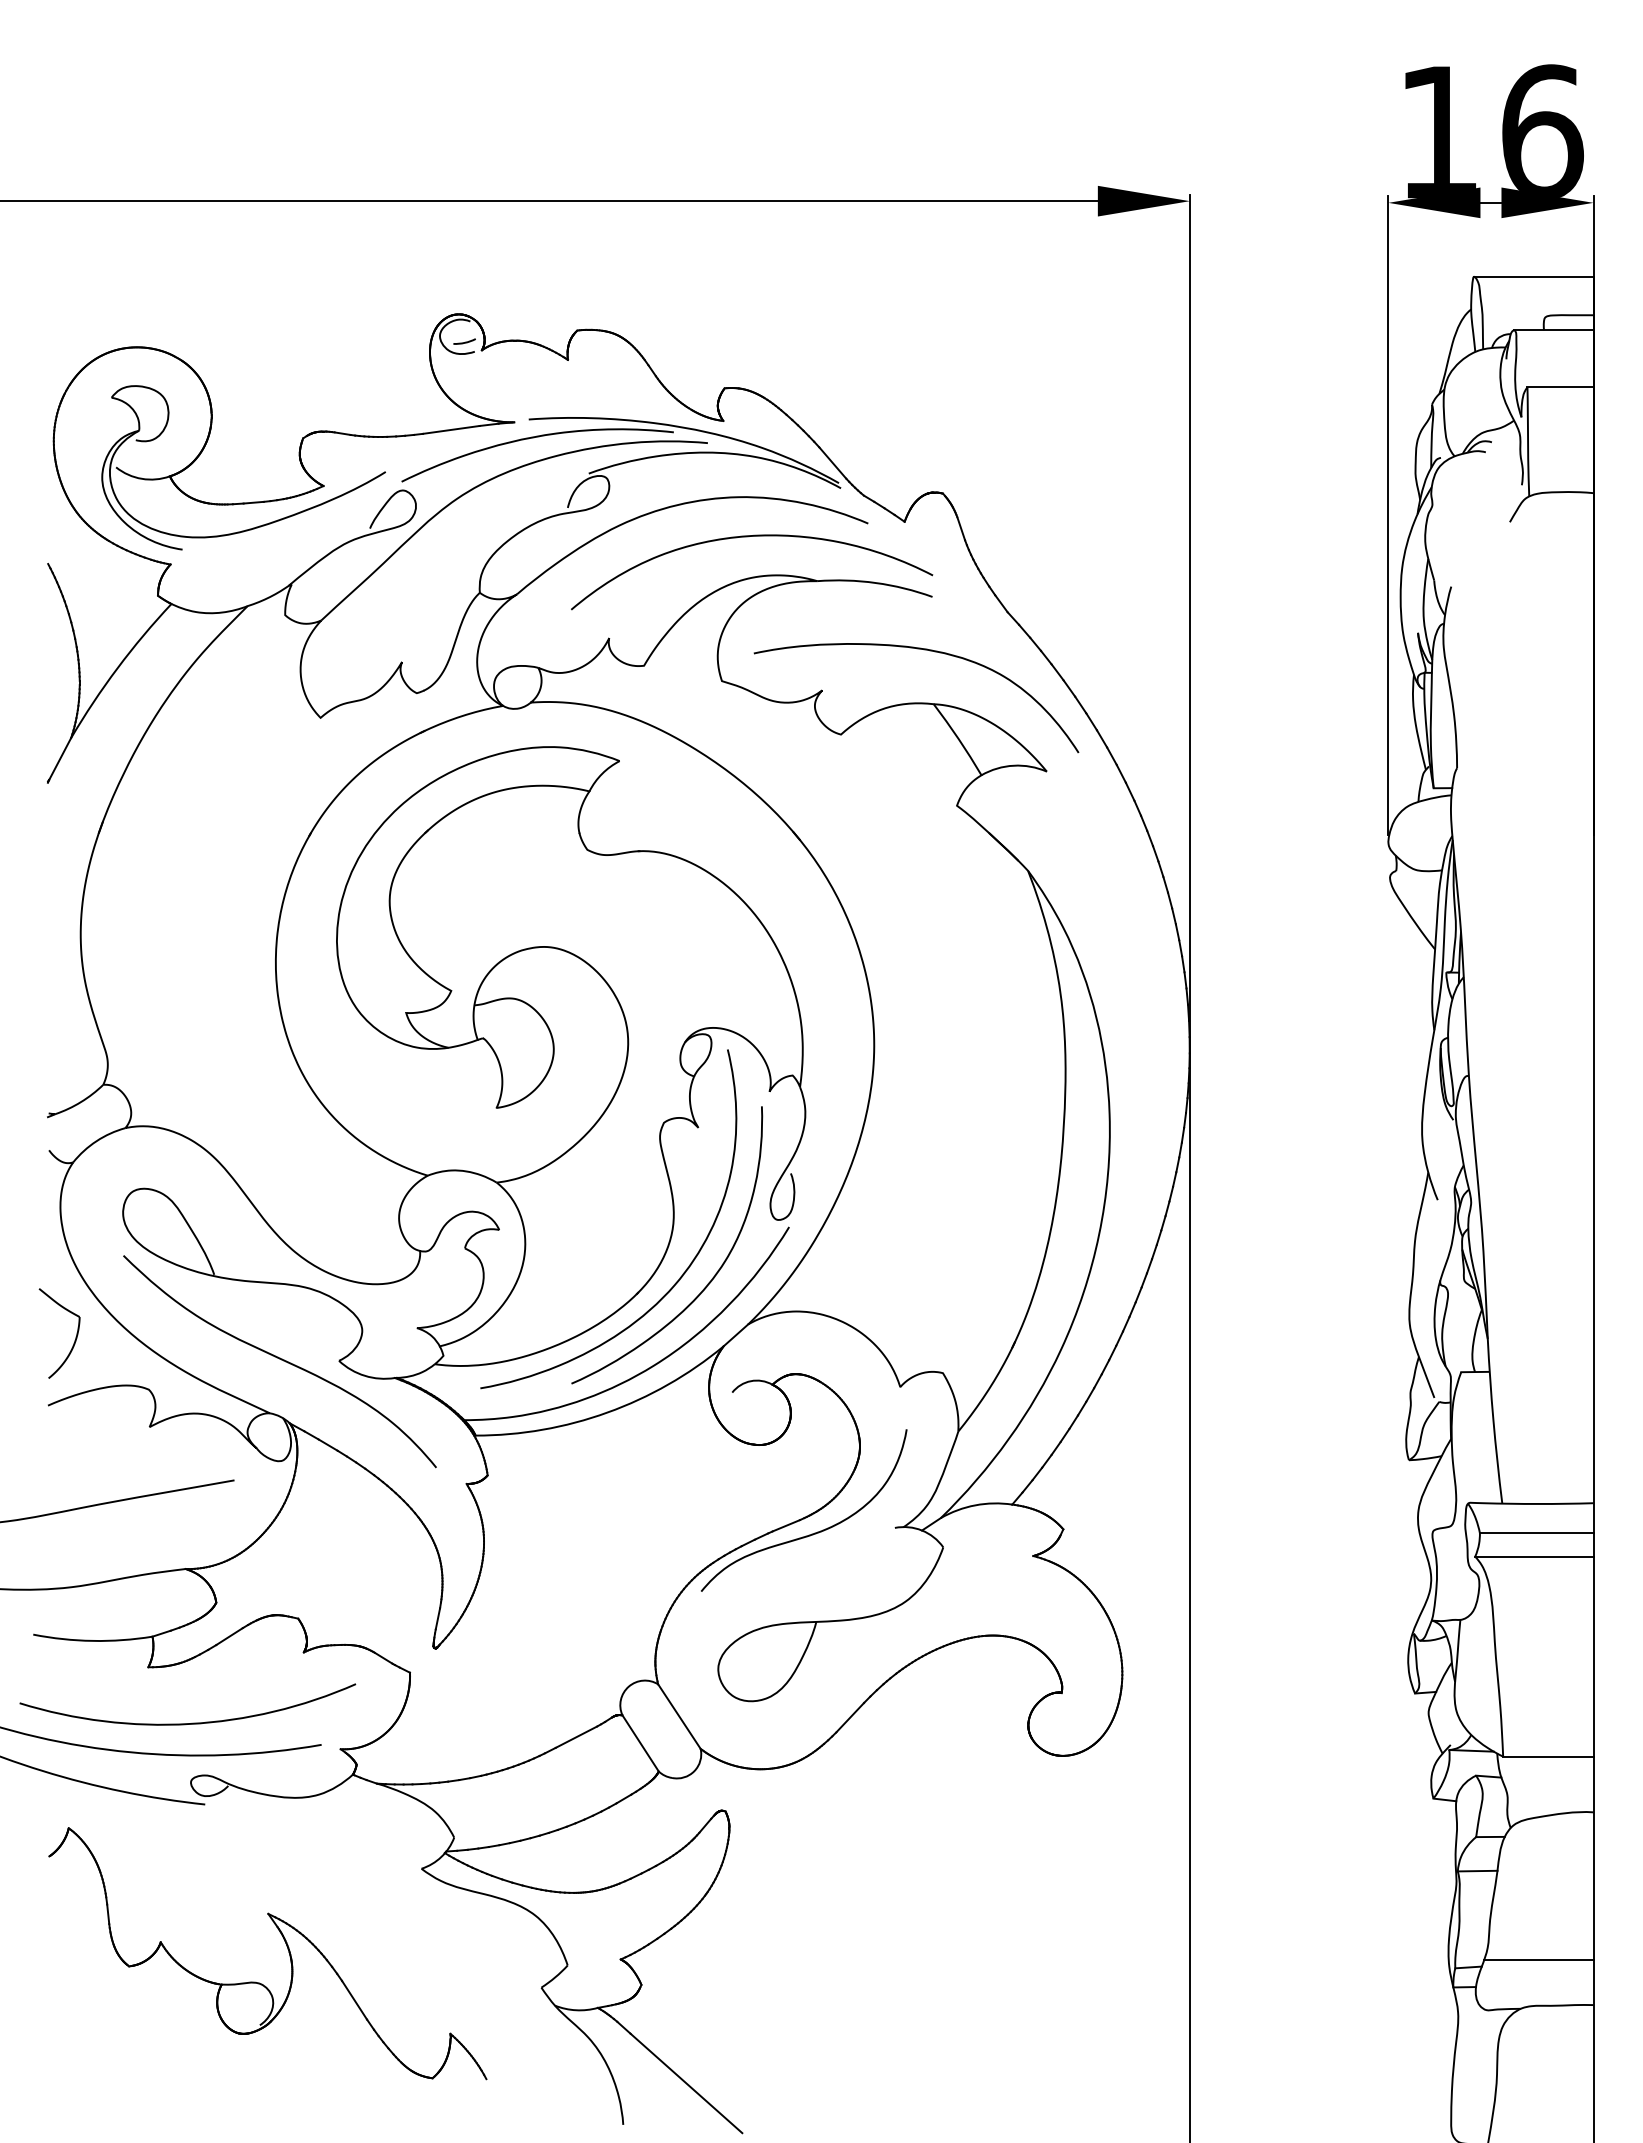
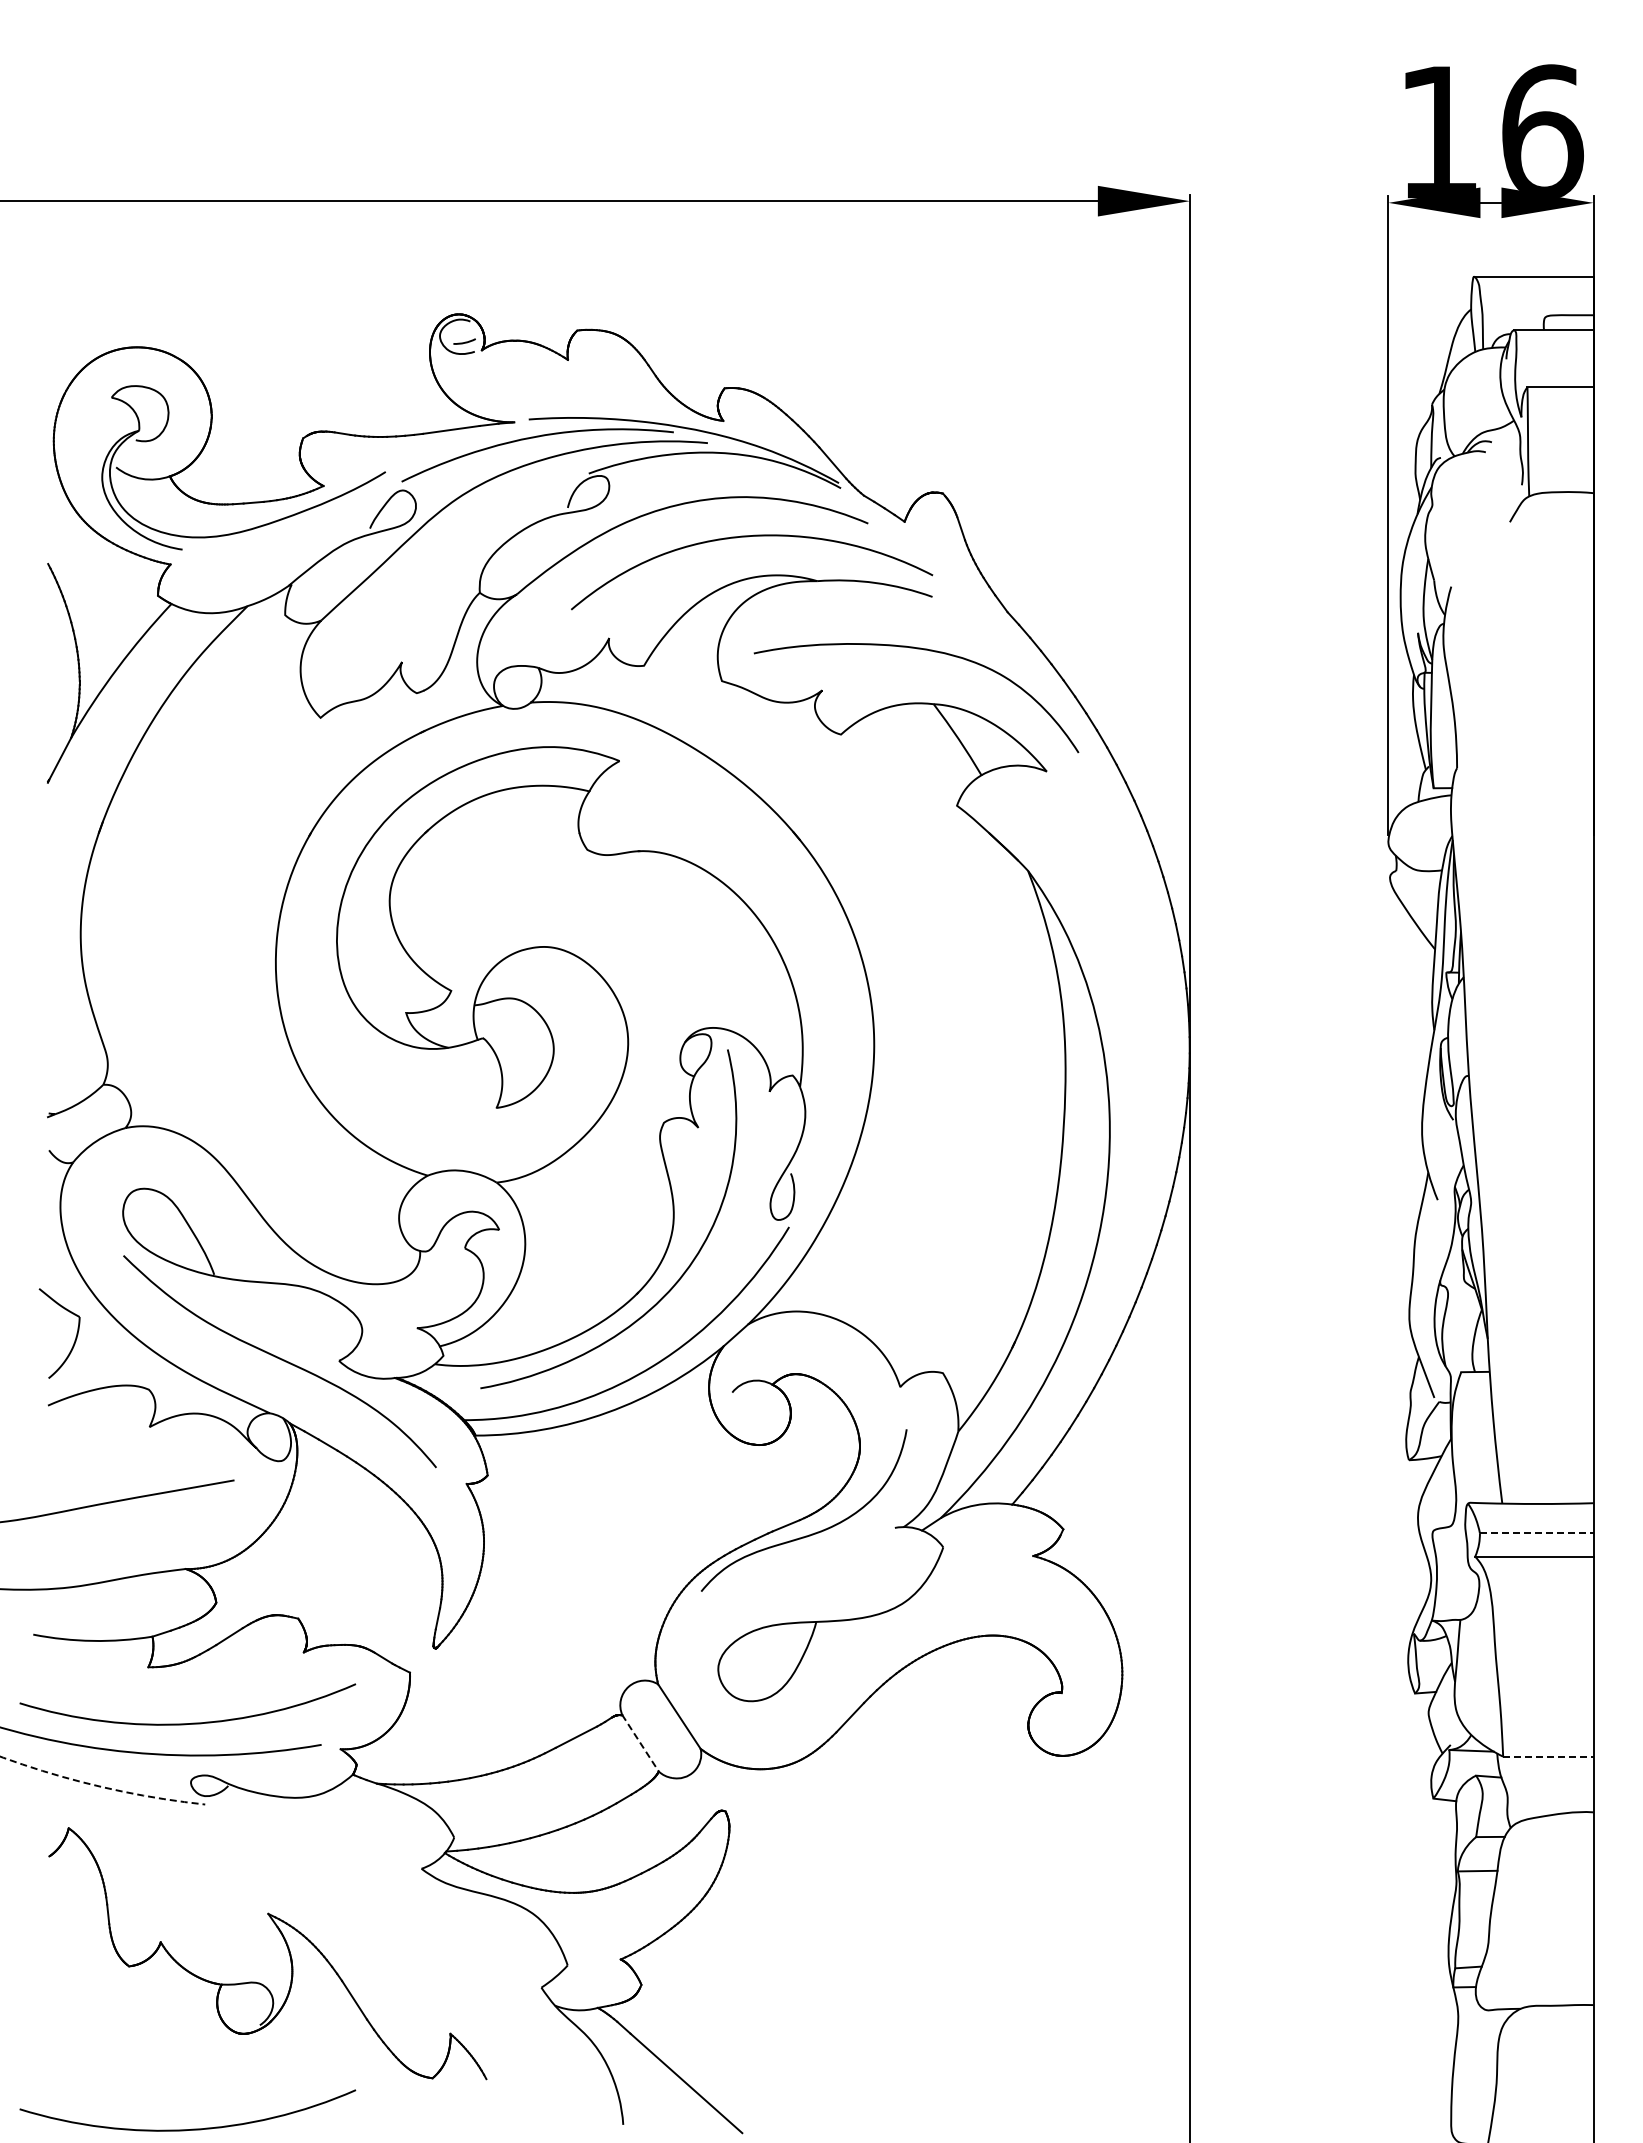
curve at (707, 1283): present -> none
line at (1536, 1533): solid -> dashed
line at (640, 1743): solid -> dashed
line at (1548, 1756): solid -> dashed
arc at (100, 1786): solid -> dashed
line at (1538, 1959): present -> none
arc at (192, 2128): none -> present
